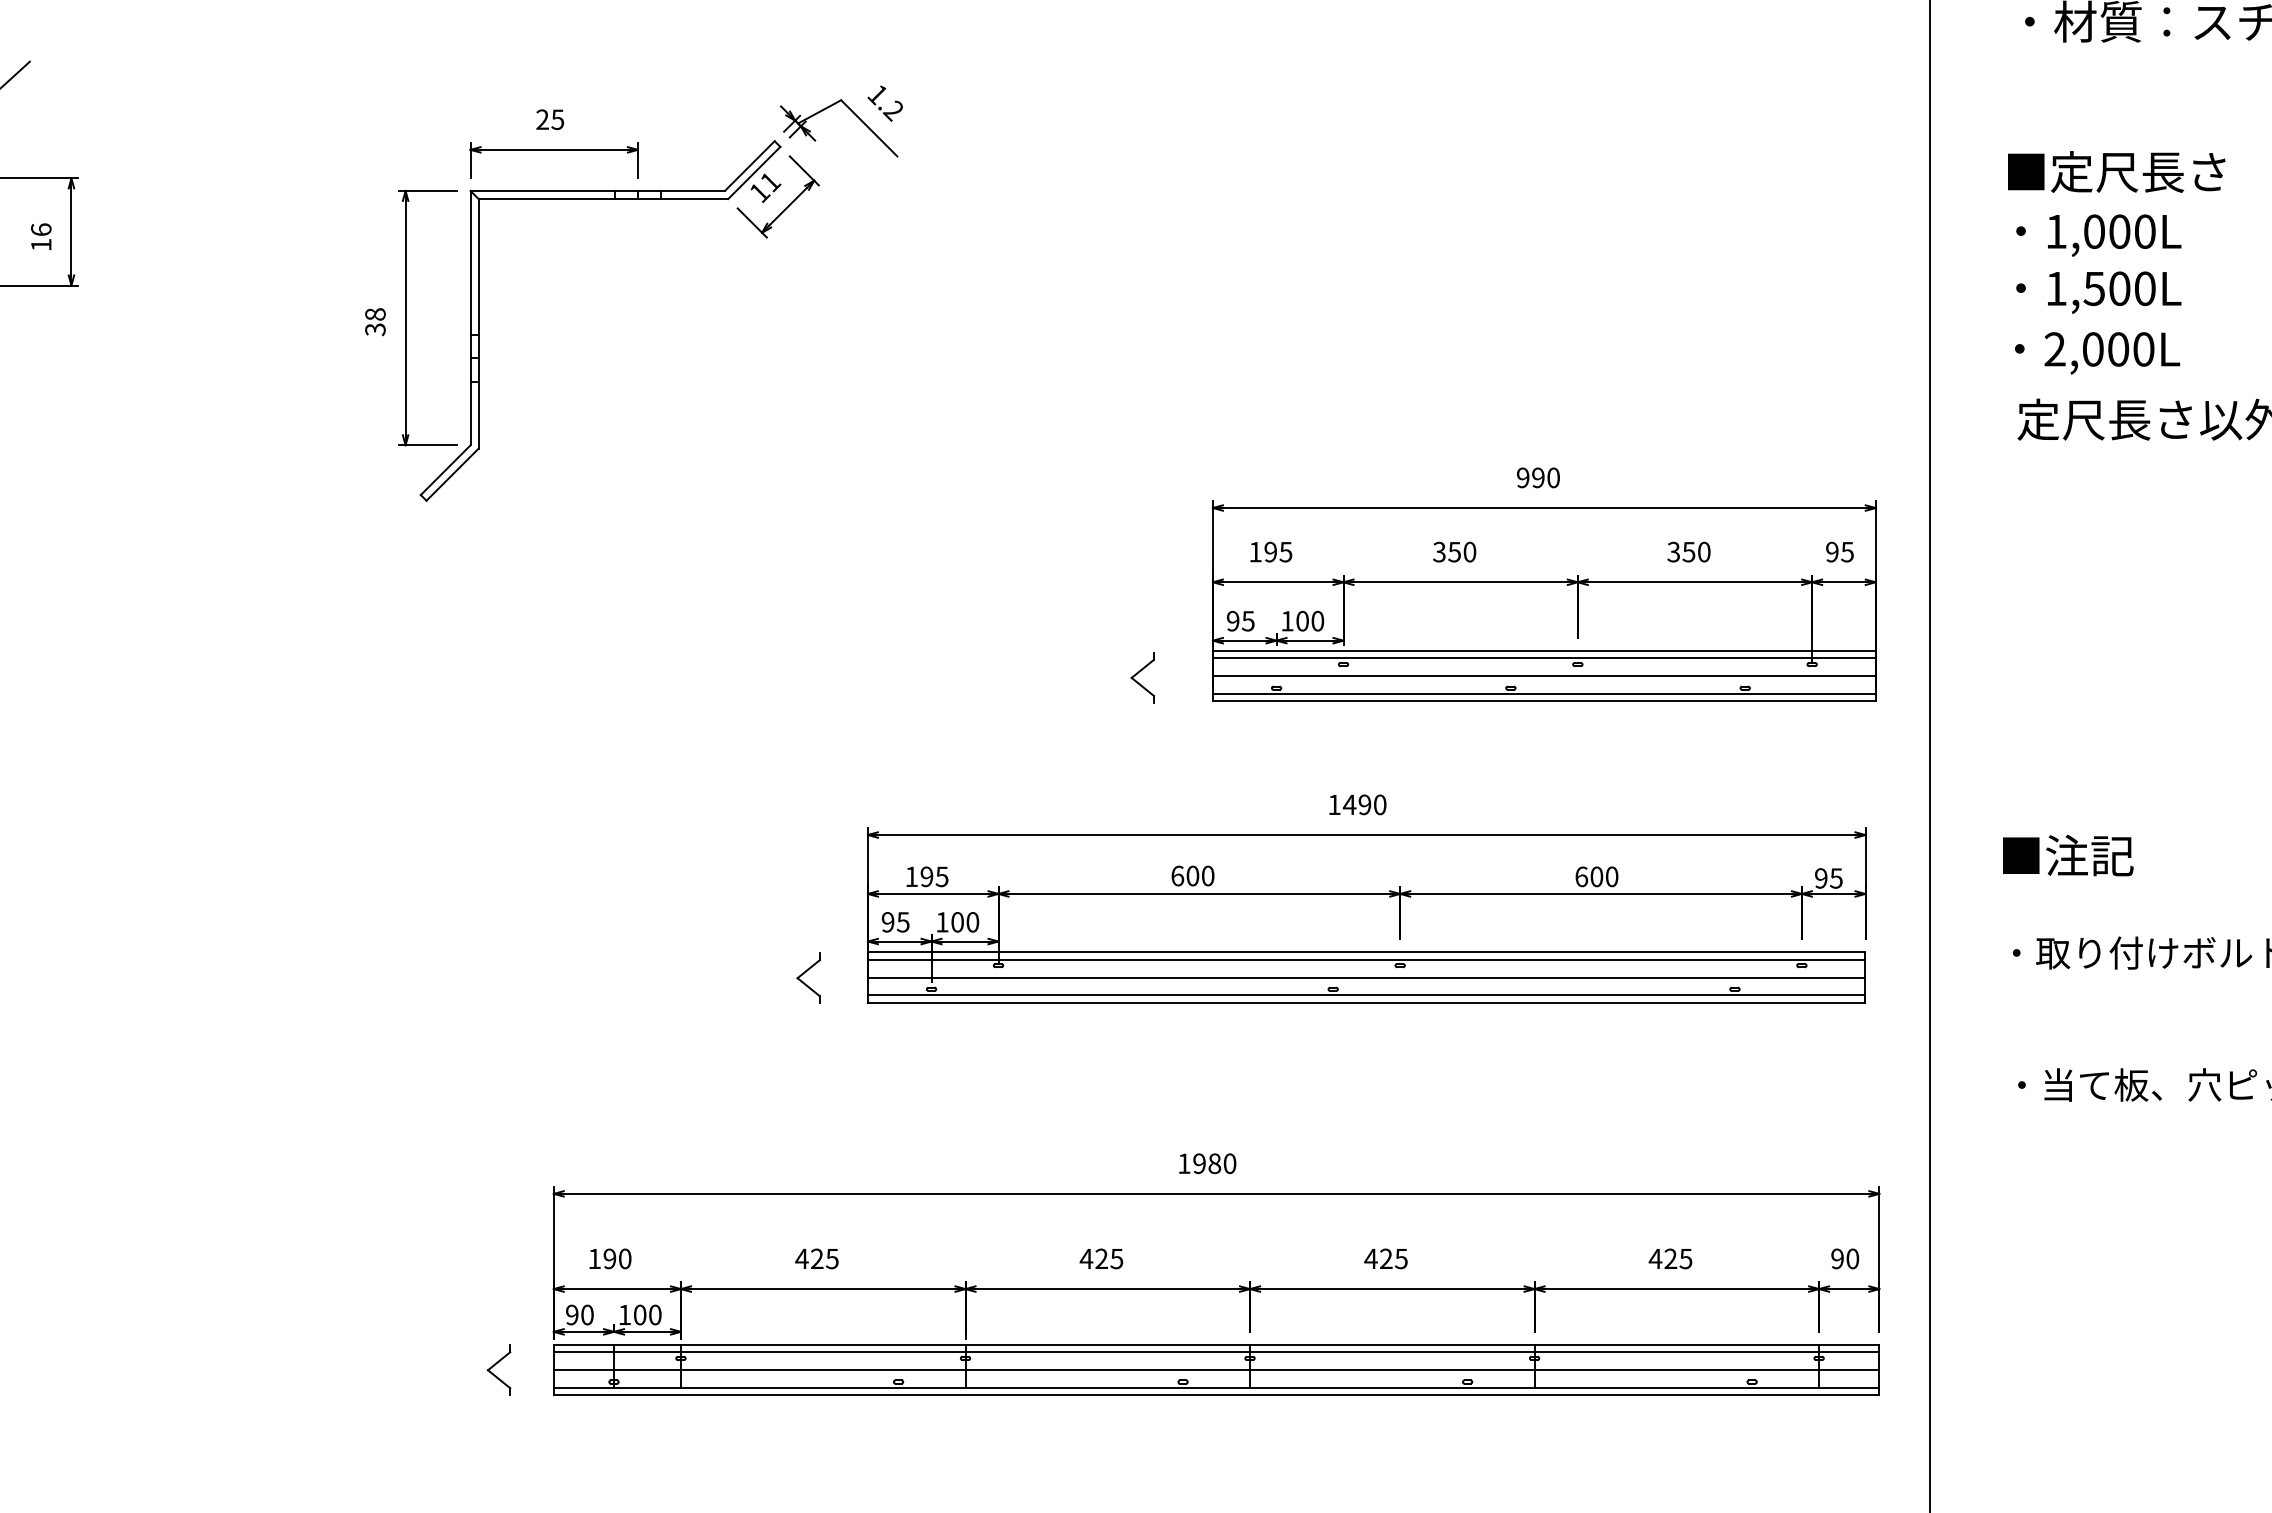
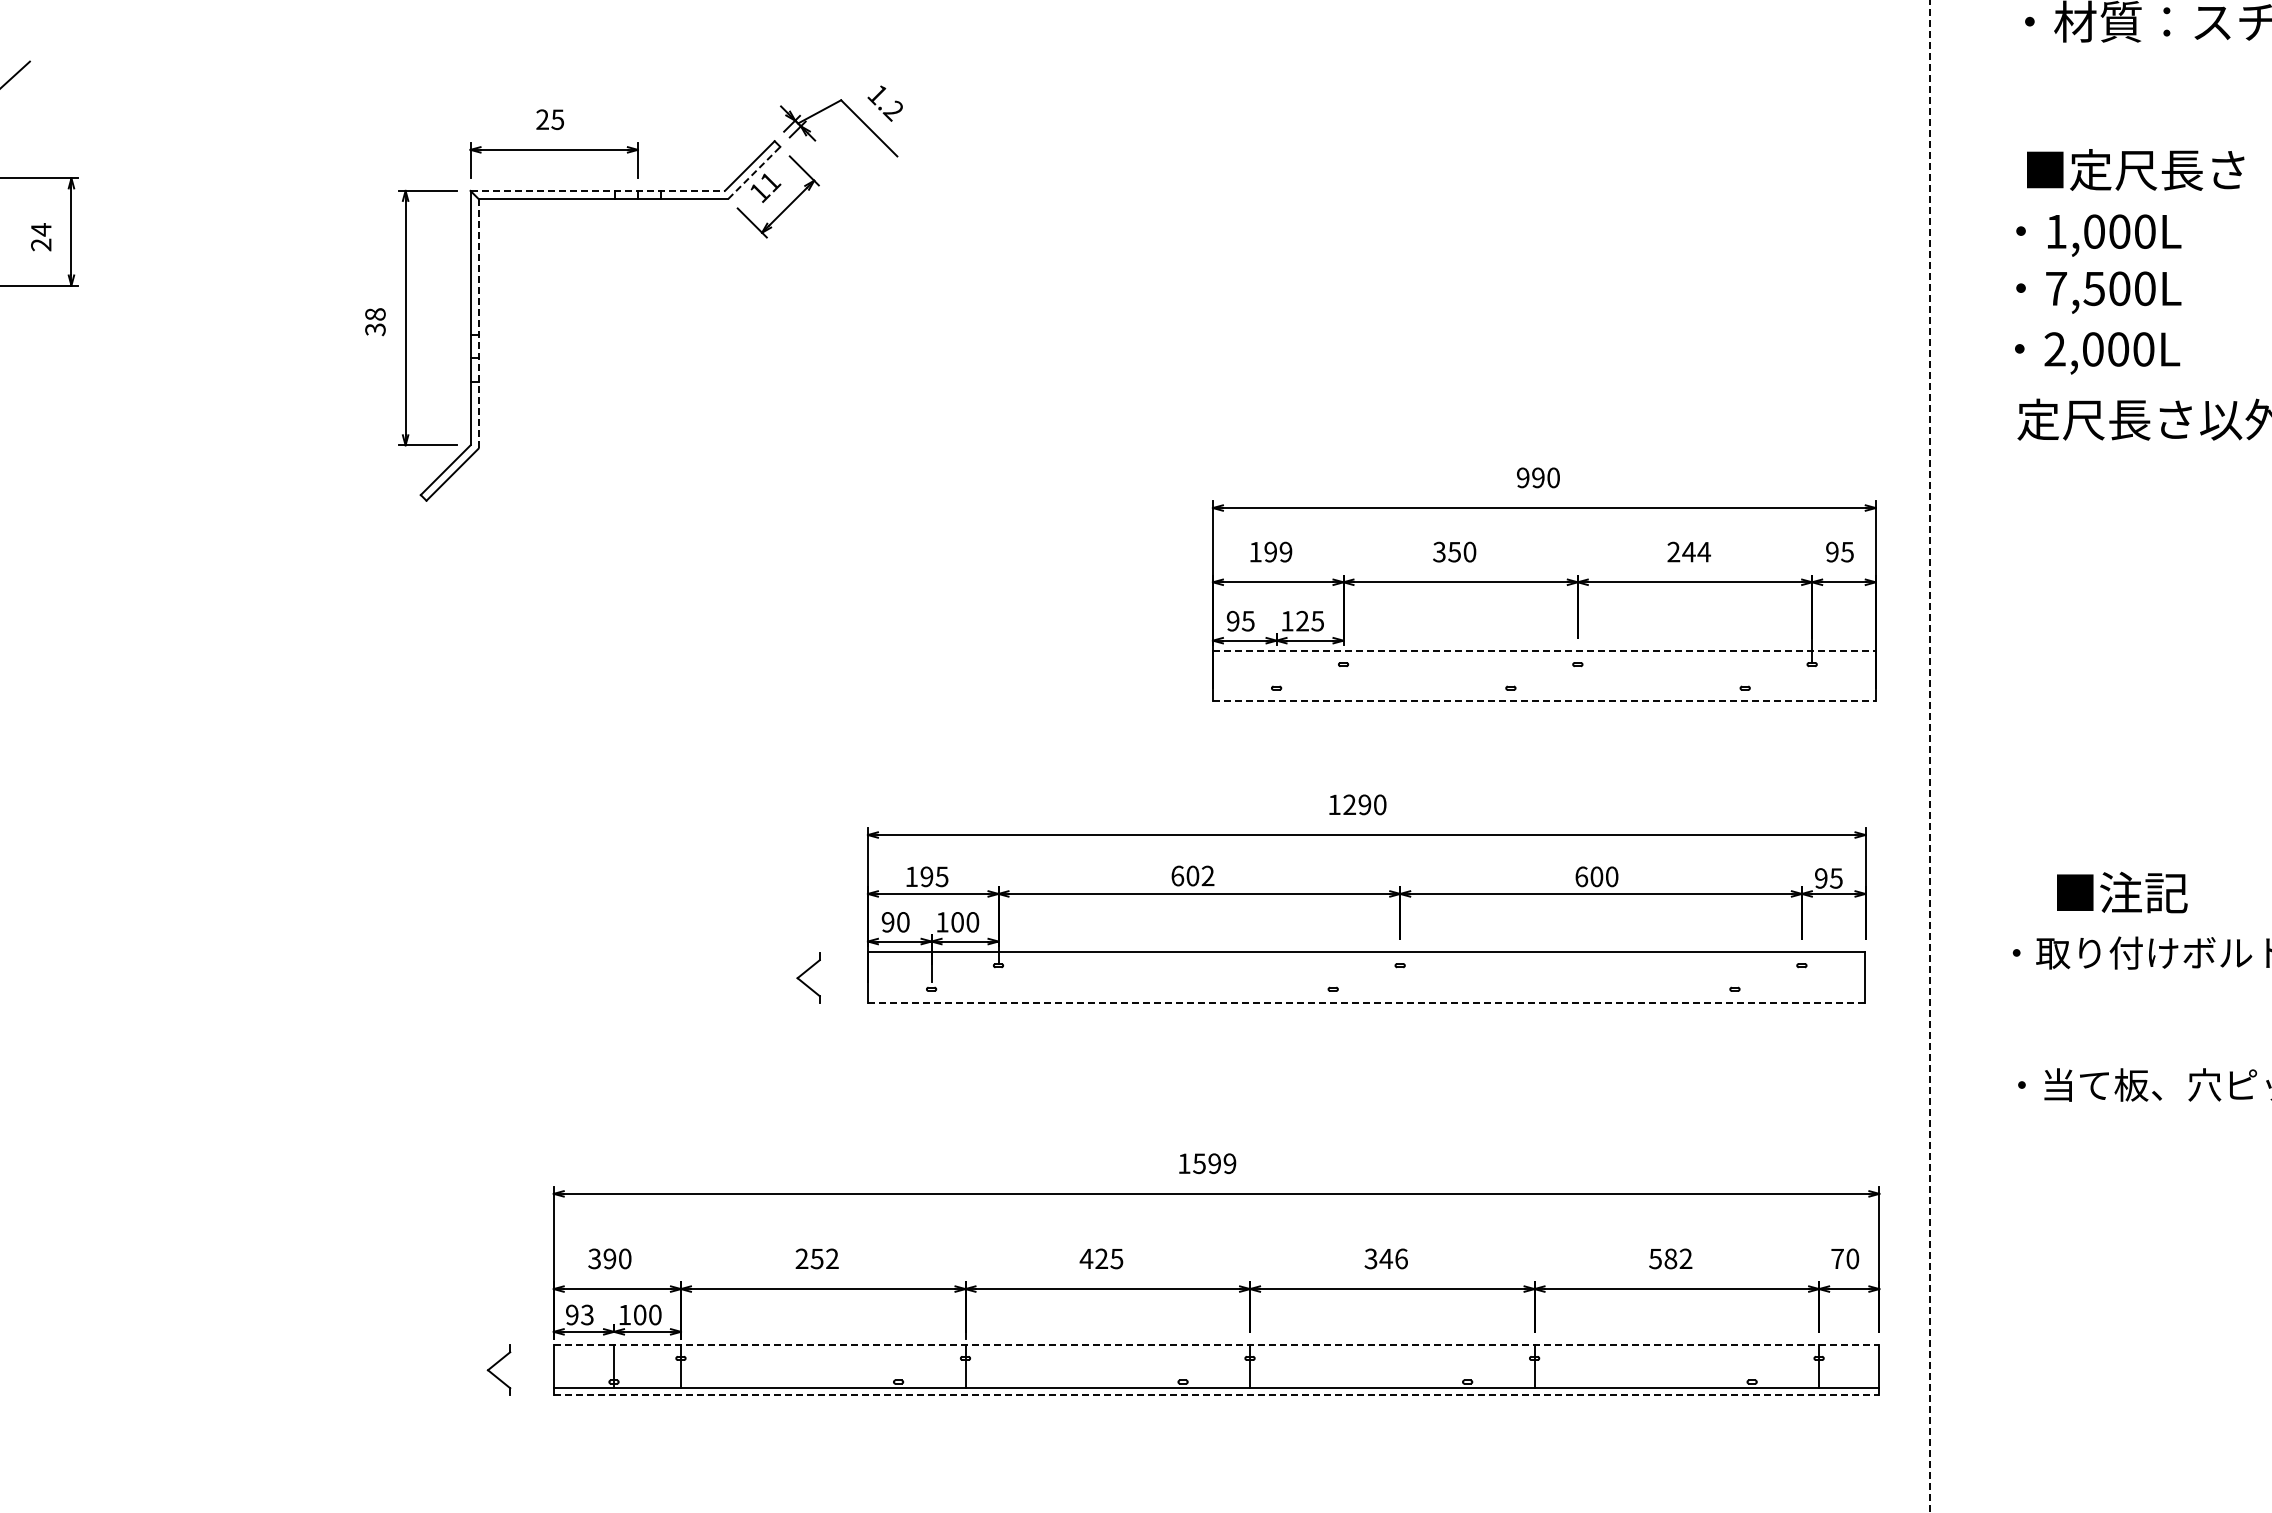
text at (2116, 171) position: (2116, 171) -> (2135, 169)
line at (754, 172): solid -> dashed
line at (598, 190): solid -> dashed
text at (41, 237): 16 -> 24
text at (2056, 288): 1,500L -> 7,500L
line at (478, 323): solid -> dashed
text at (1285, 551): 195 -> 199
text at (1689, 551): 350 -> 244
text at (1310, 620): 100 -> 125
line at (1544, 651): solid -> dashed
line at (1543, 658): present -> none
line at (1543, 676): present -> none
part at (1142, 677): present -> none
line at (1543, 694): present -> none
line at (1544, 701): solid -> dashed
line at (1930, 756): solid -> dashed
text at (1349, 804): 1490 -> 1290
text at (2068, 855) position: (2068, 855) -> (2122, 892)
text at (1207, 875): 600 -> 602
text at (902, 922): 95 -> 90
line at (1366, 959): present -> none
line at (1366, 977): present -> none
line at (1366, 995): present -> none
line at (1366, 1002): solid -> dashed
text at (1214, 1163): 1980 -> 1599
text at (594, 1258): 190 -> 390
text at (816, 1258): 425 -> 252
text at (1385, 1258): 425 -> 346
text at (1670, 1258): 425 -> 582
text at (1837, 1258): 90 -> 70
text at (587, 1314): 90 -> 93
line at (1216, 1345): solid -> dashed
line at (1216, 1352): present -> none
line at (1216, 1370): present -> none
line at (1216, 1395): solid -> dashed
